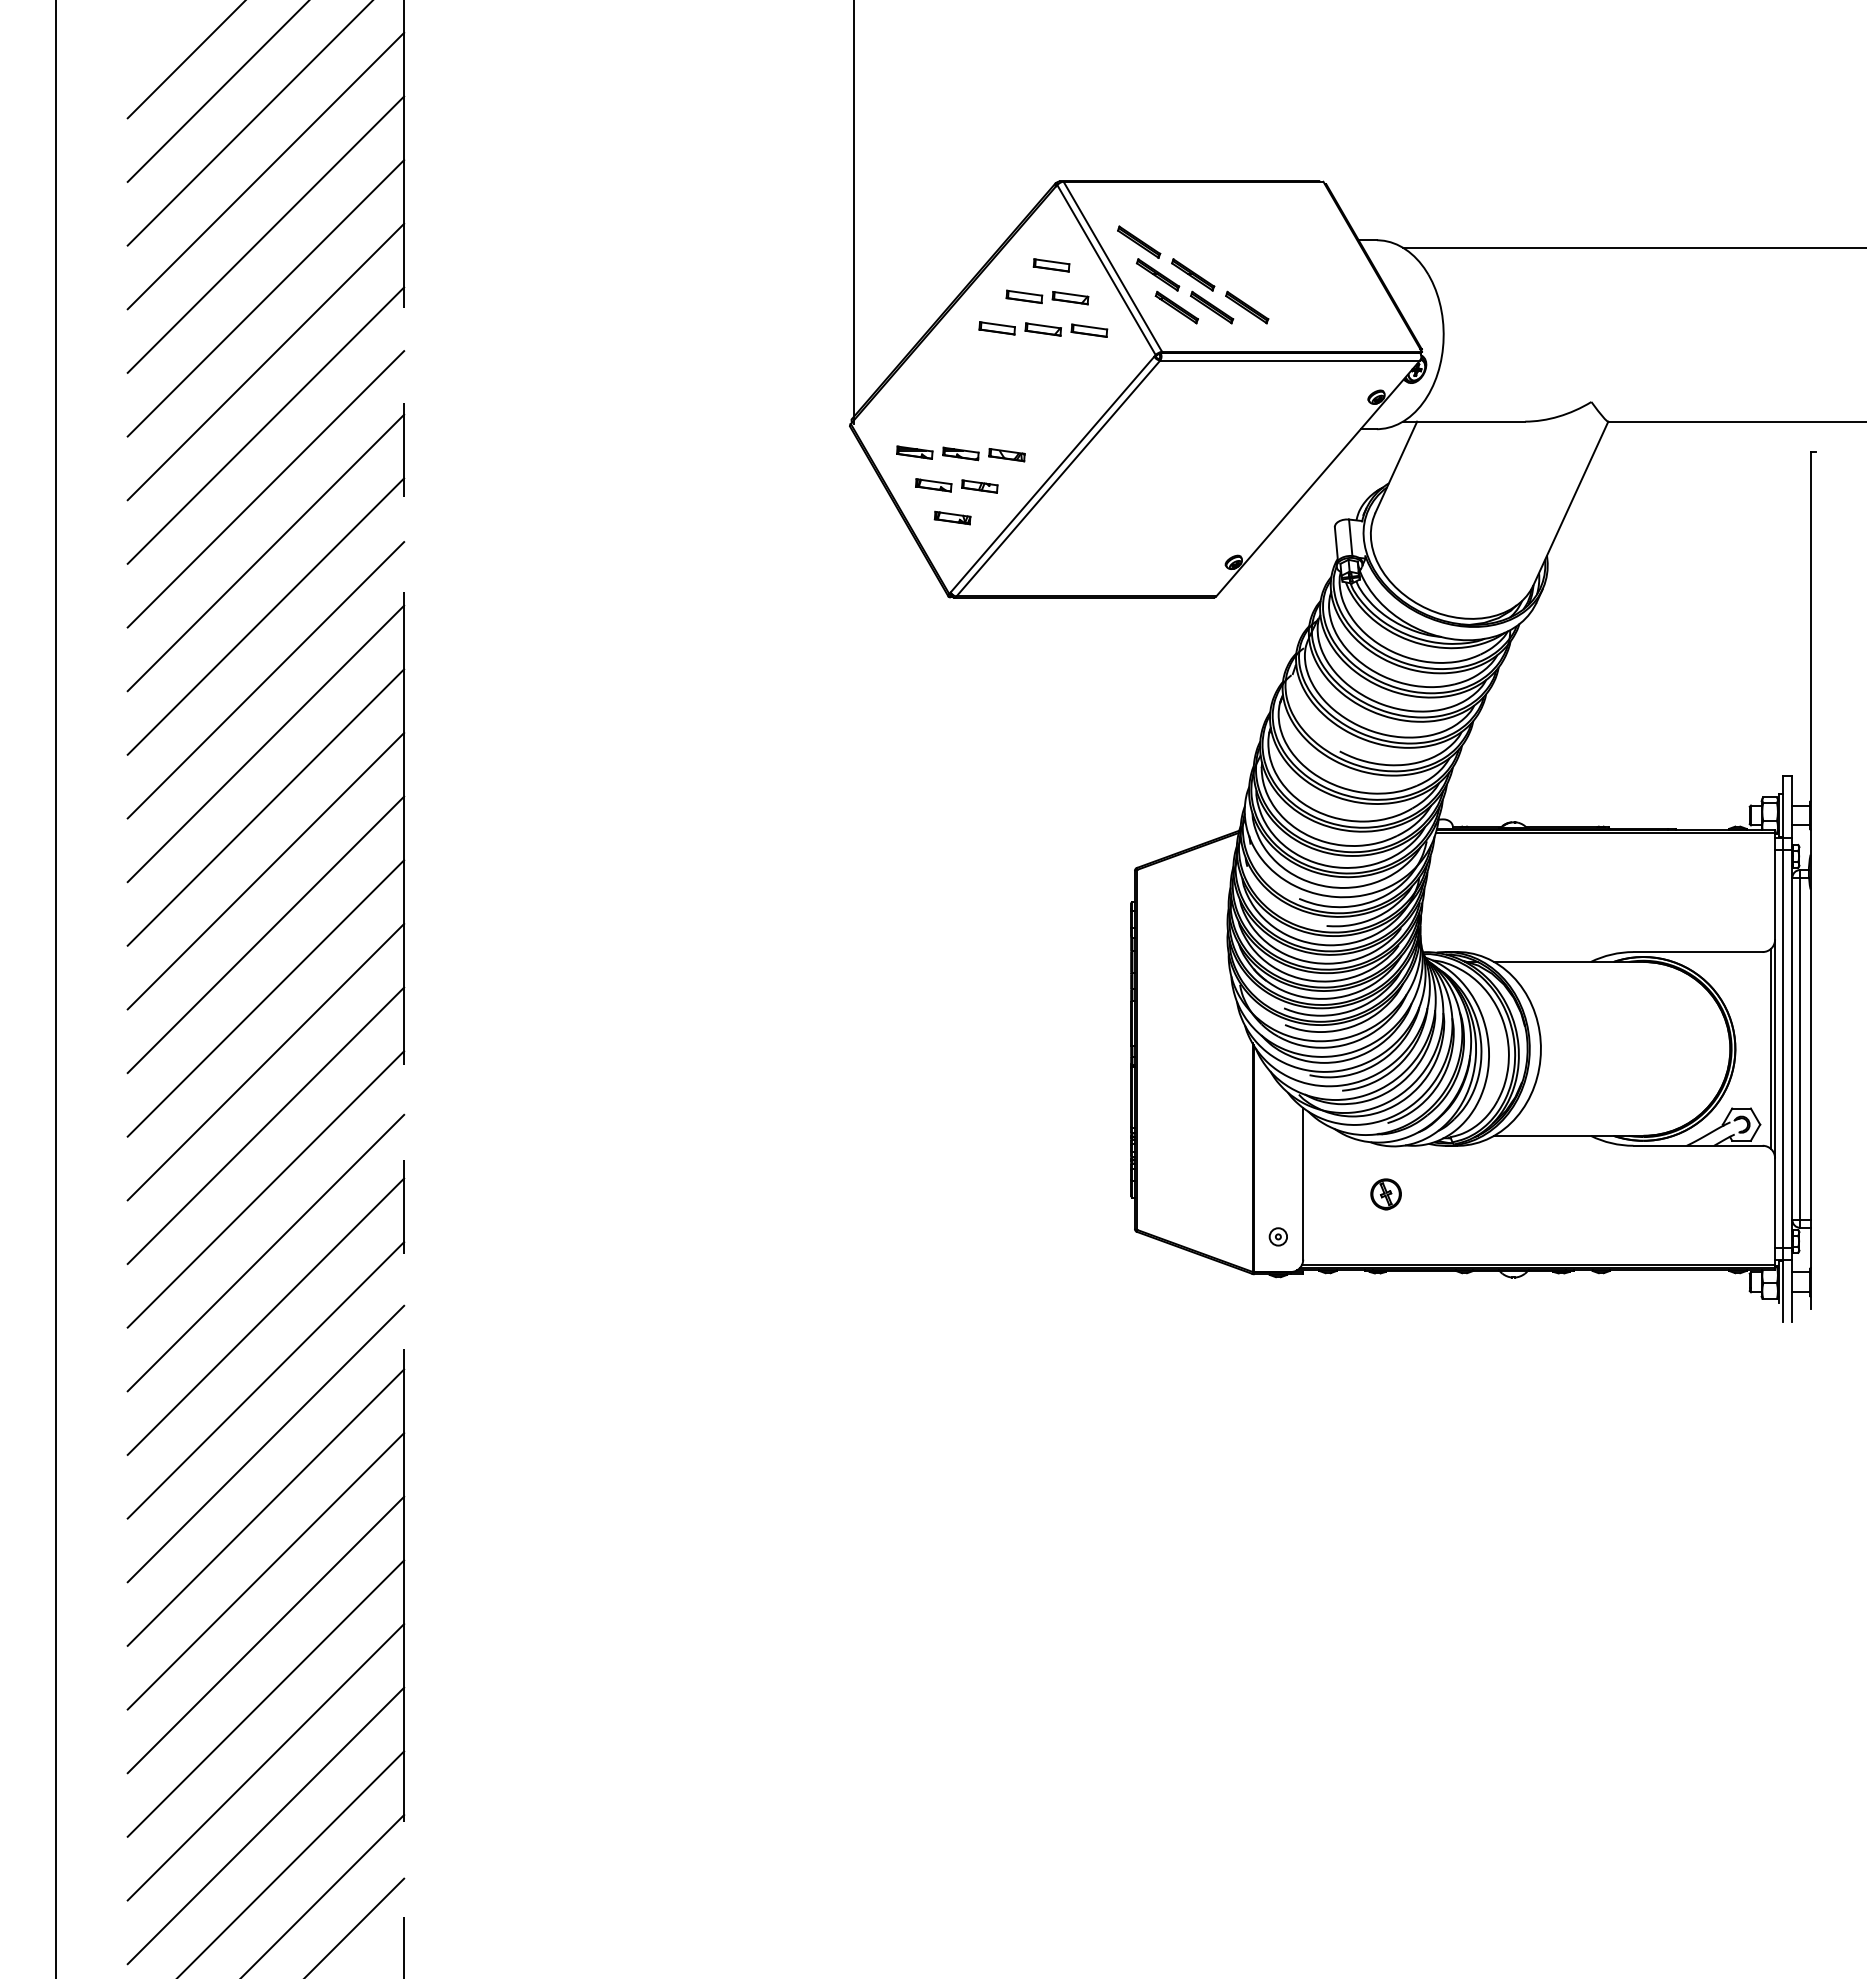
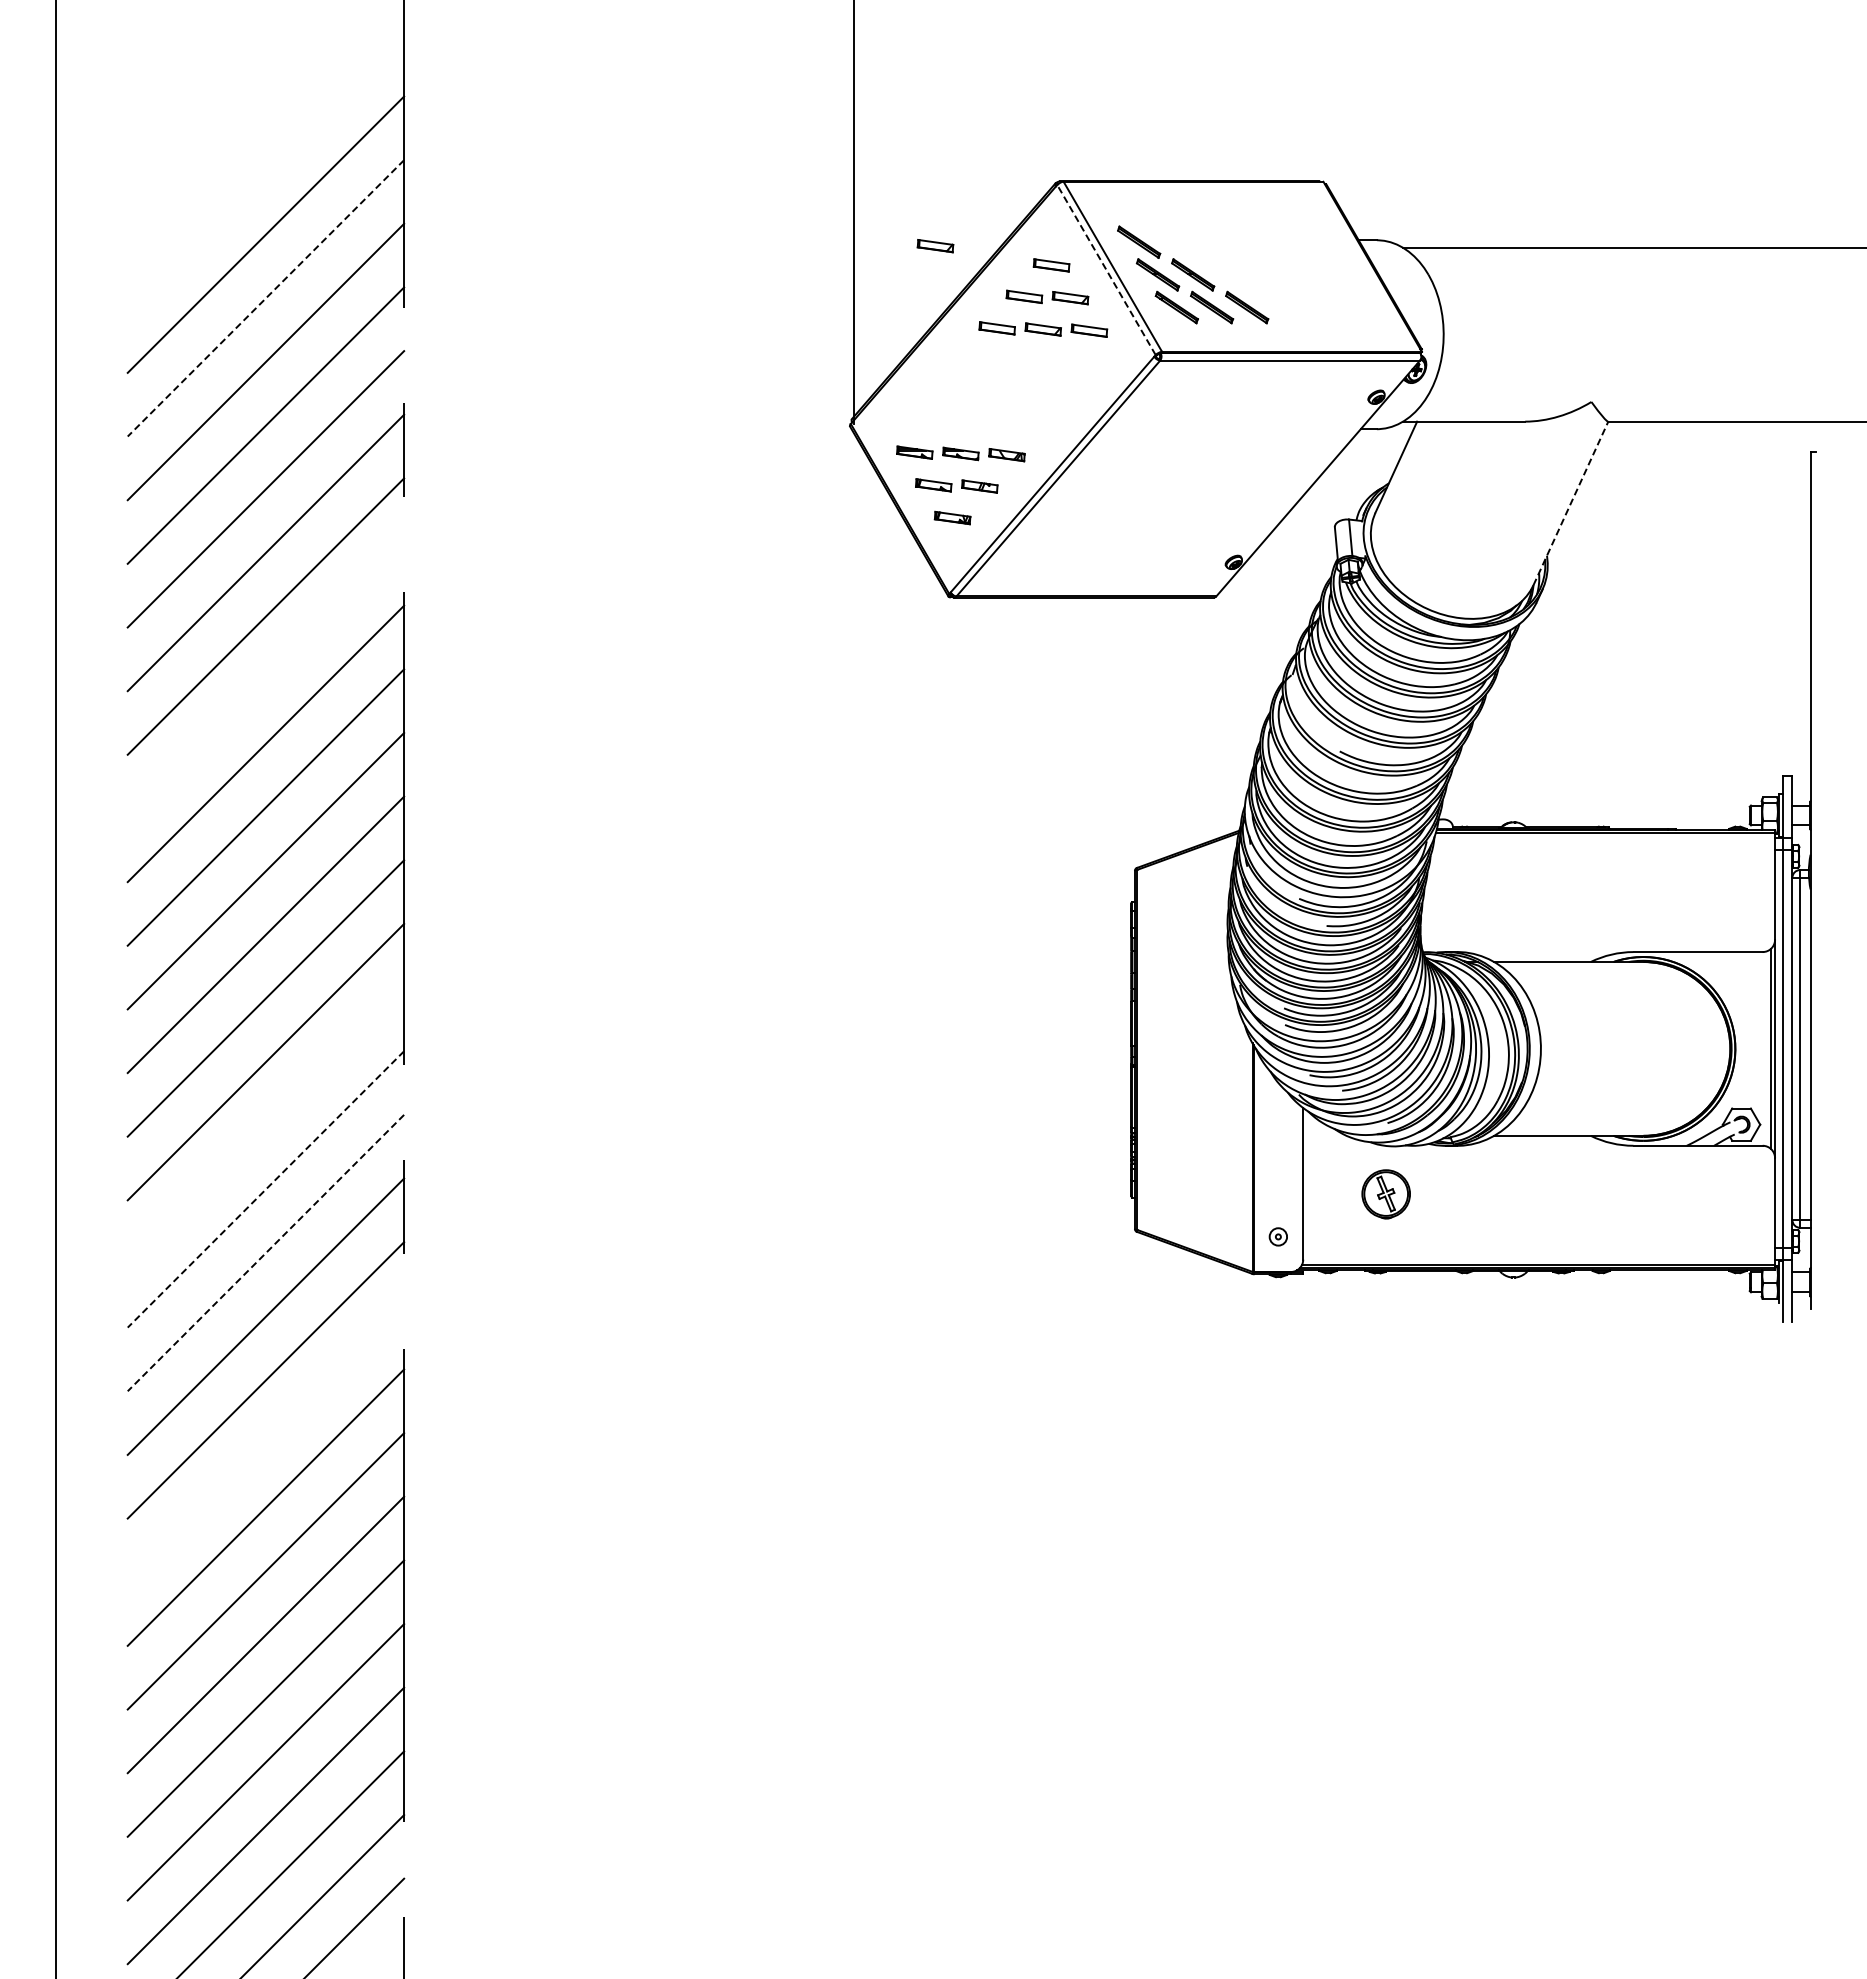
line at (185, 60): present -> none
line at (217, 91): present -> none
line at (248, 123): present -> none
line at (265, 170): present -> none
part at (935, 246): none -> present
line at (1106, 269): solid -> dashed
line at (265, 298): solid -> dashed
line at (1570, 503): solid -> dashed
line at (265, 680): present -> none
line at (265, 1125): present -> none
line at (265, 1189): solid -> dashed
part at (1385, 1194) size: 32x33 px -> 50x51 px
line at (265, 1253): solid -> dashed
line at (265, 1443): present -> none
